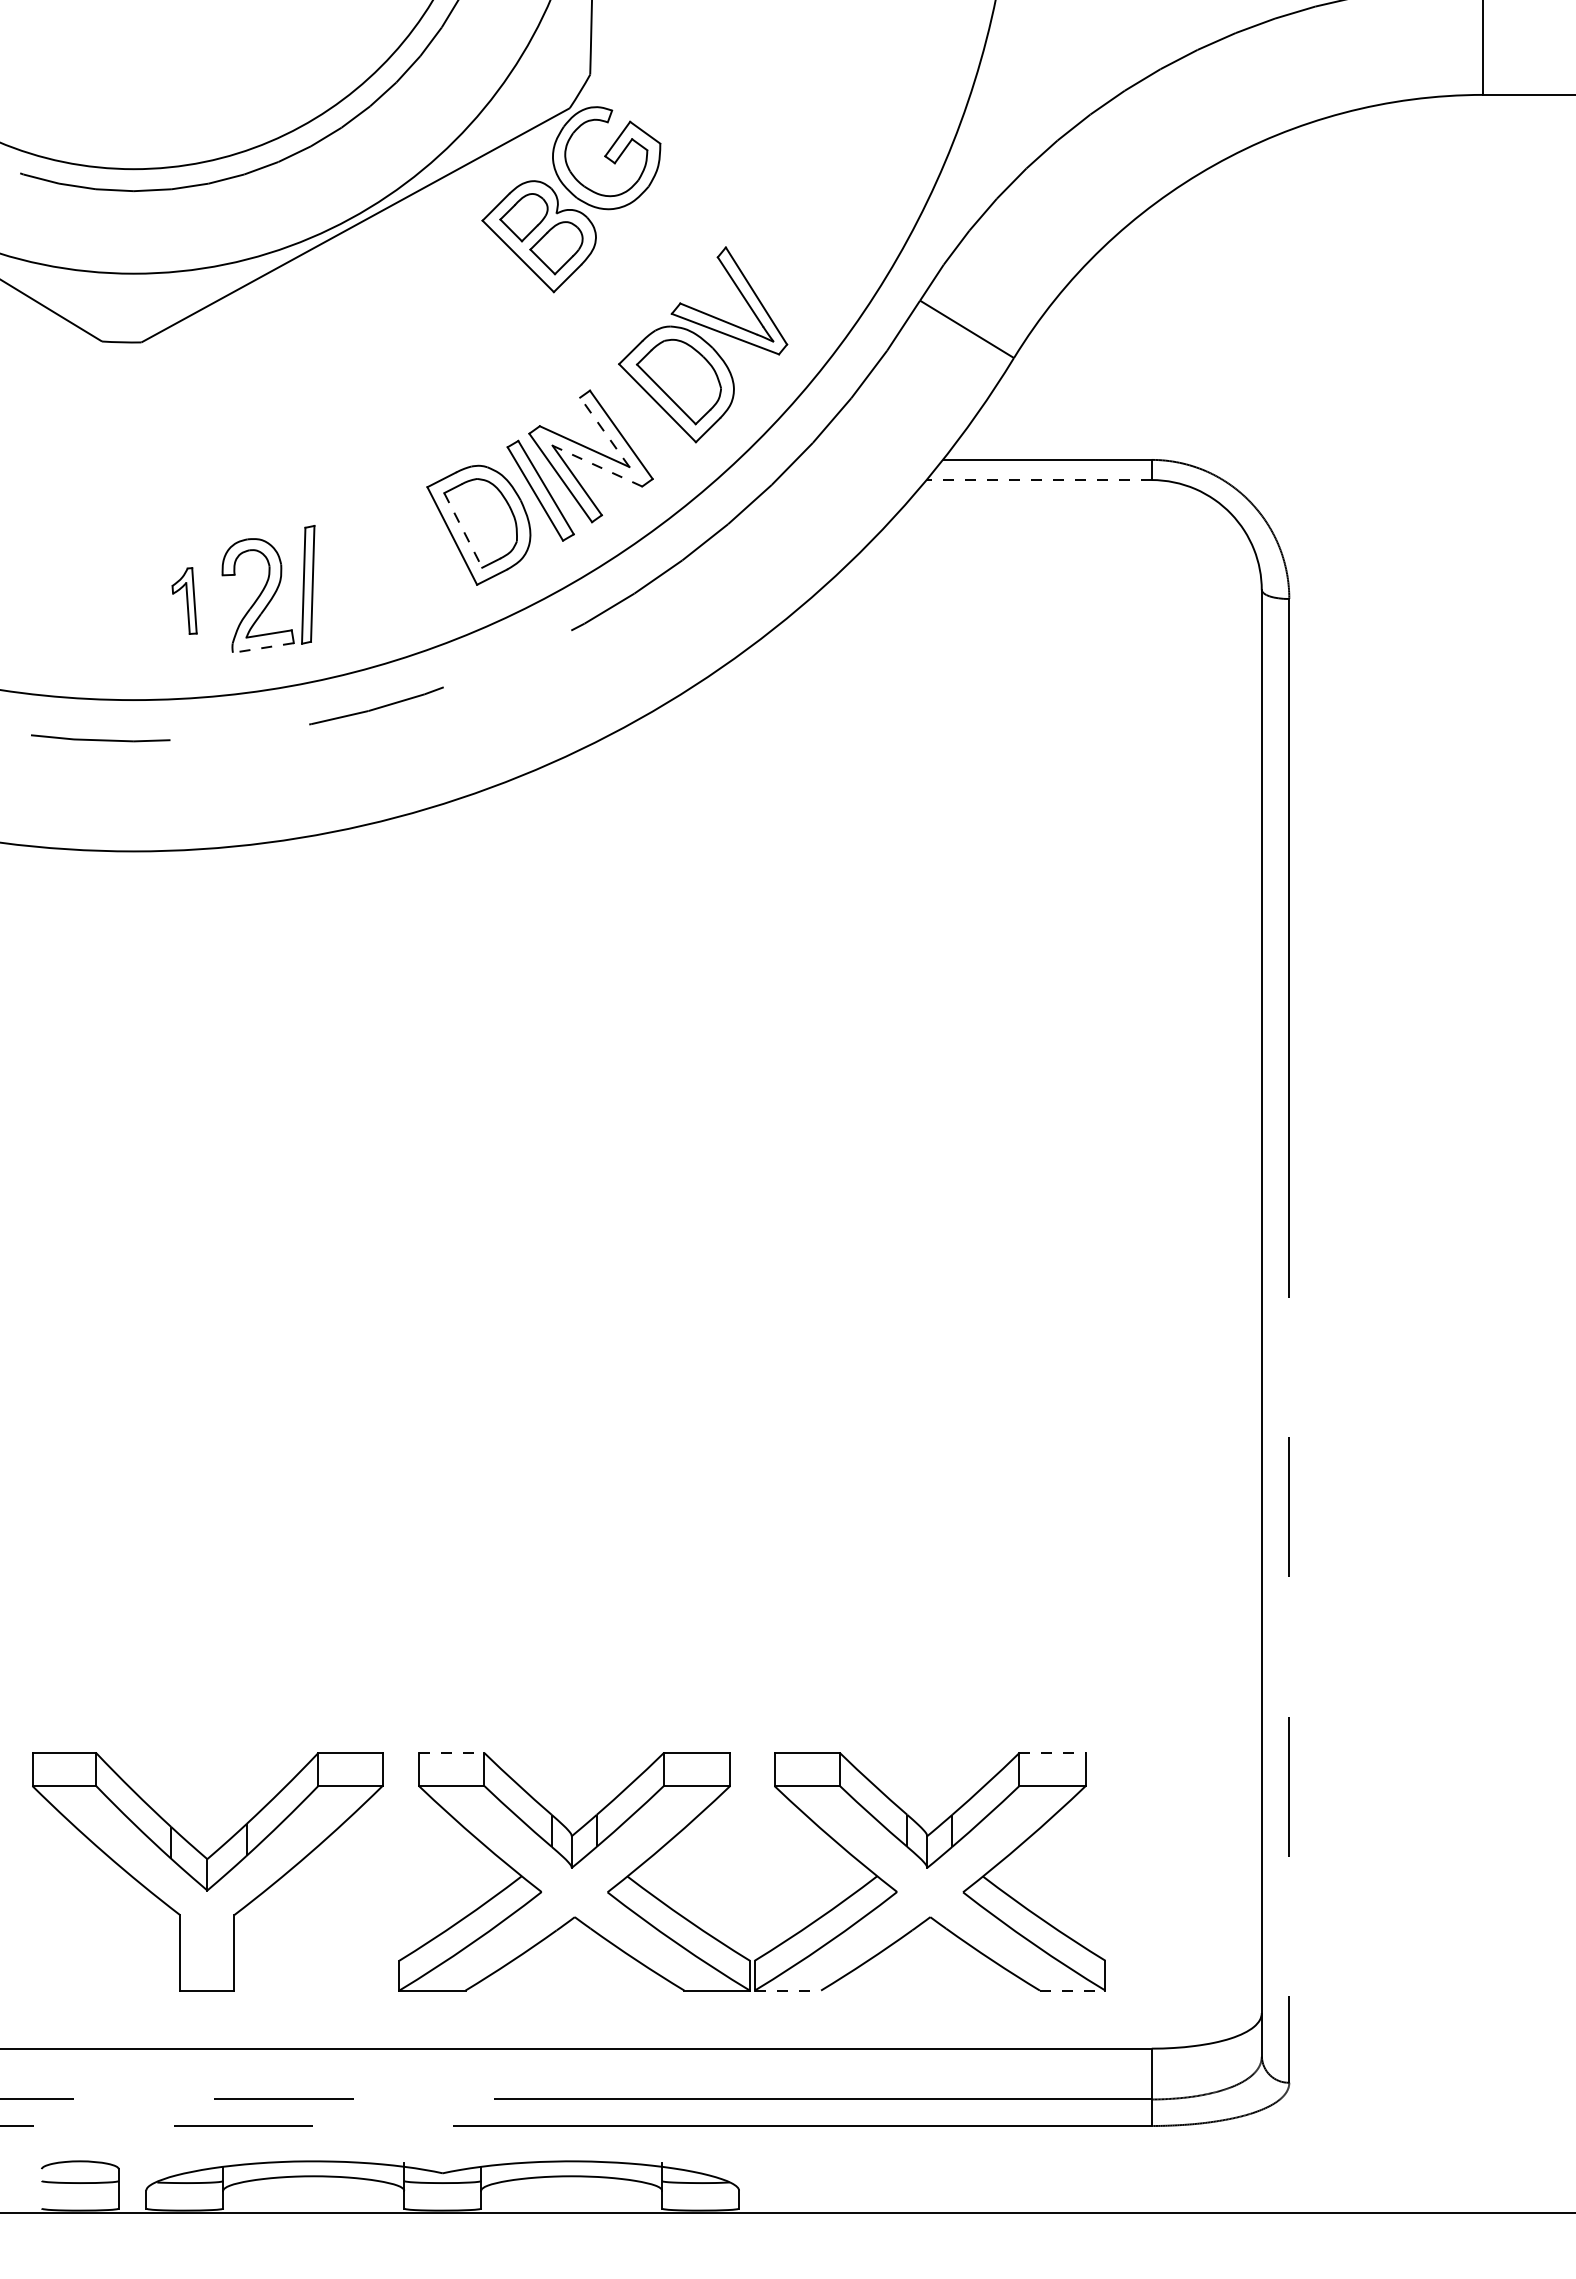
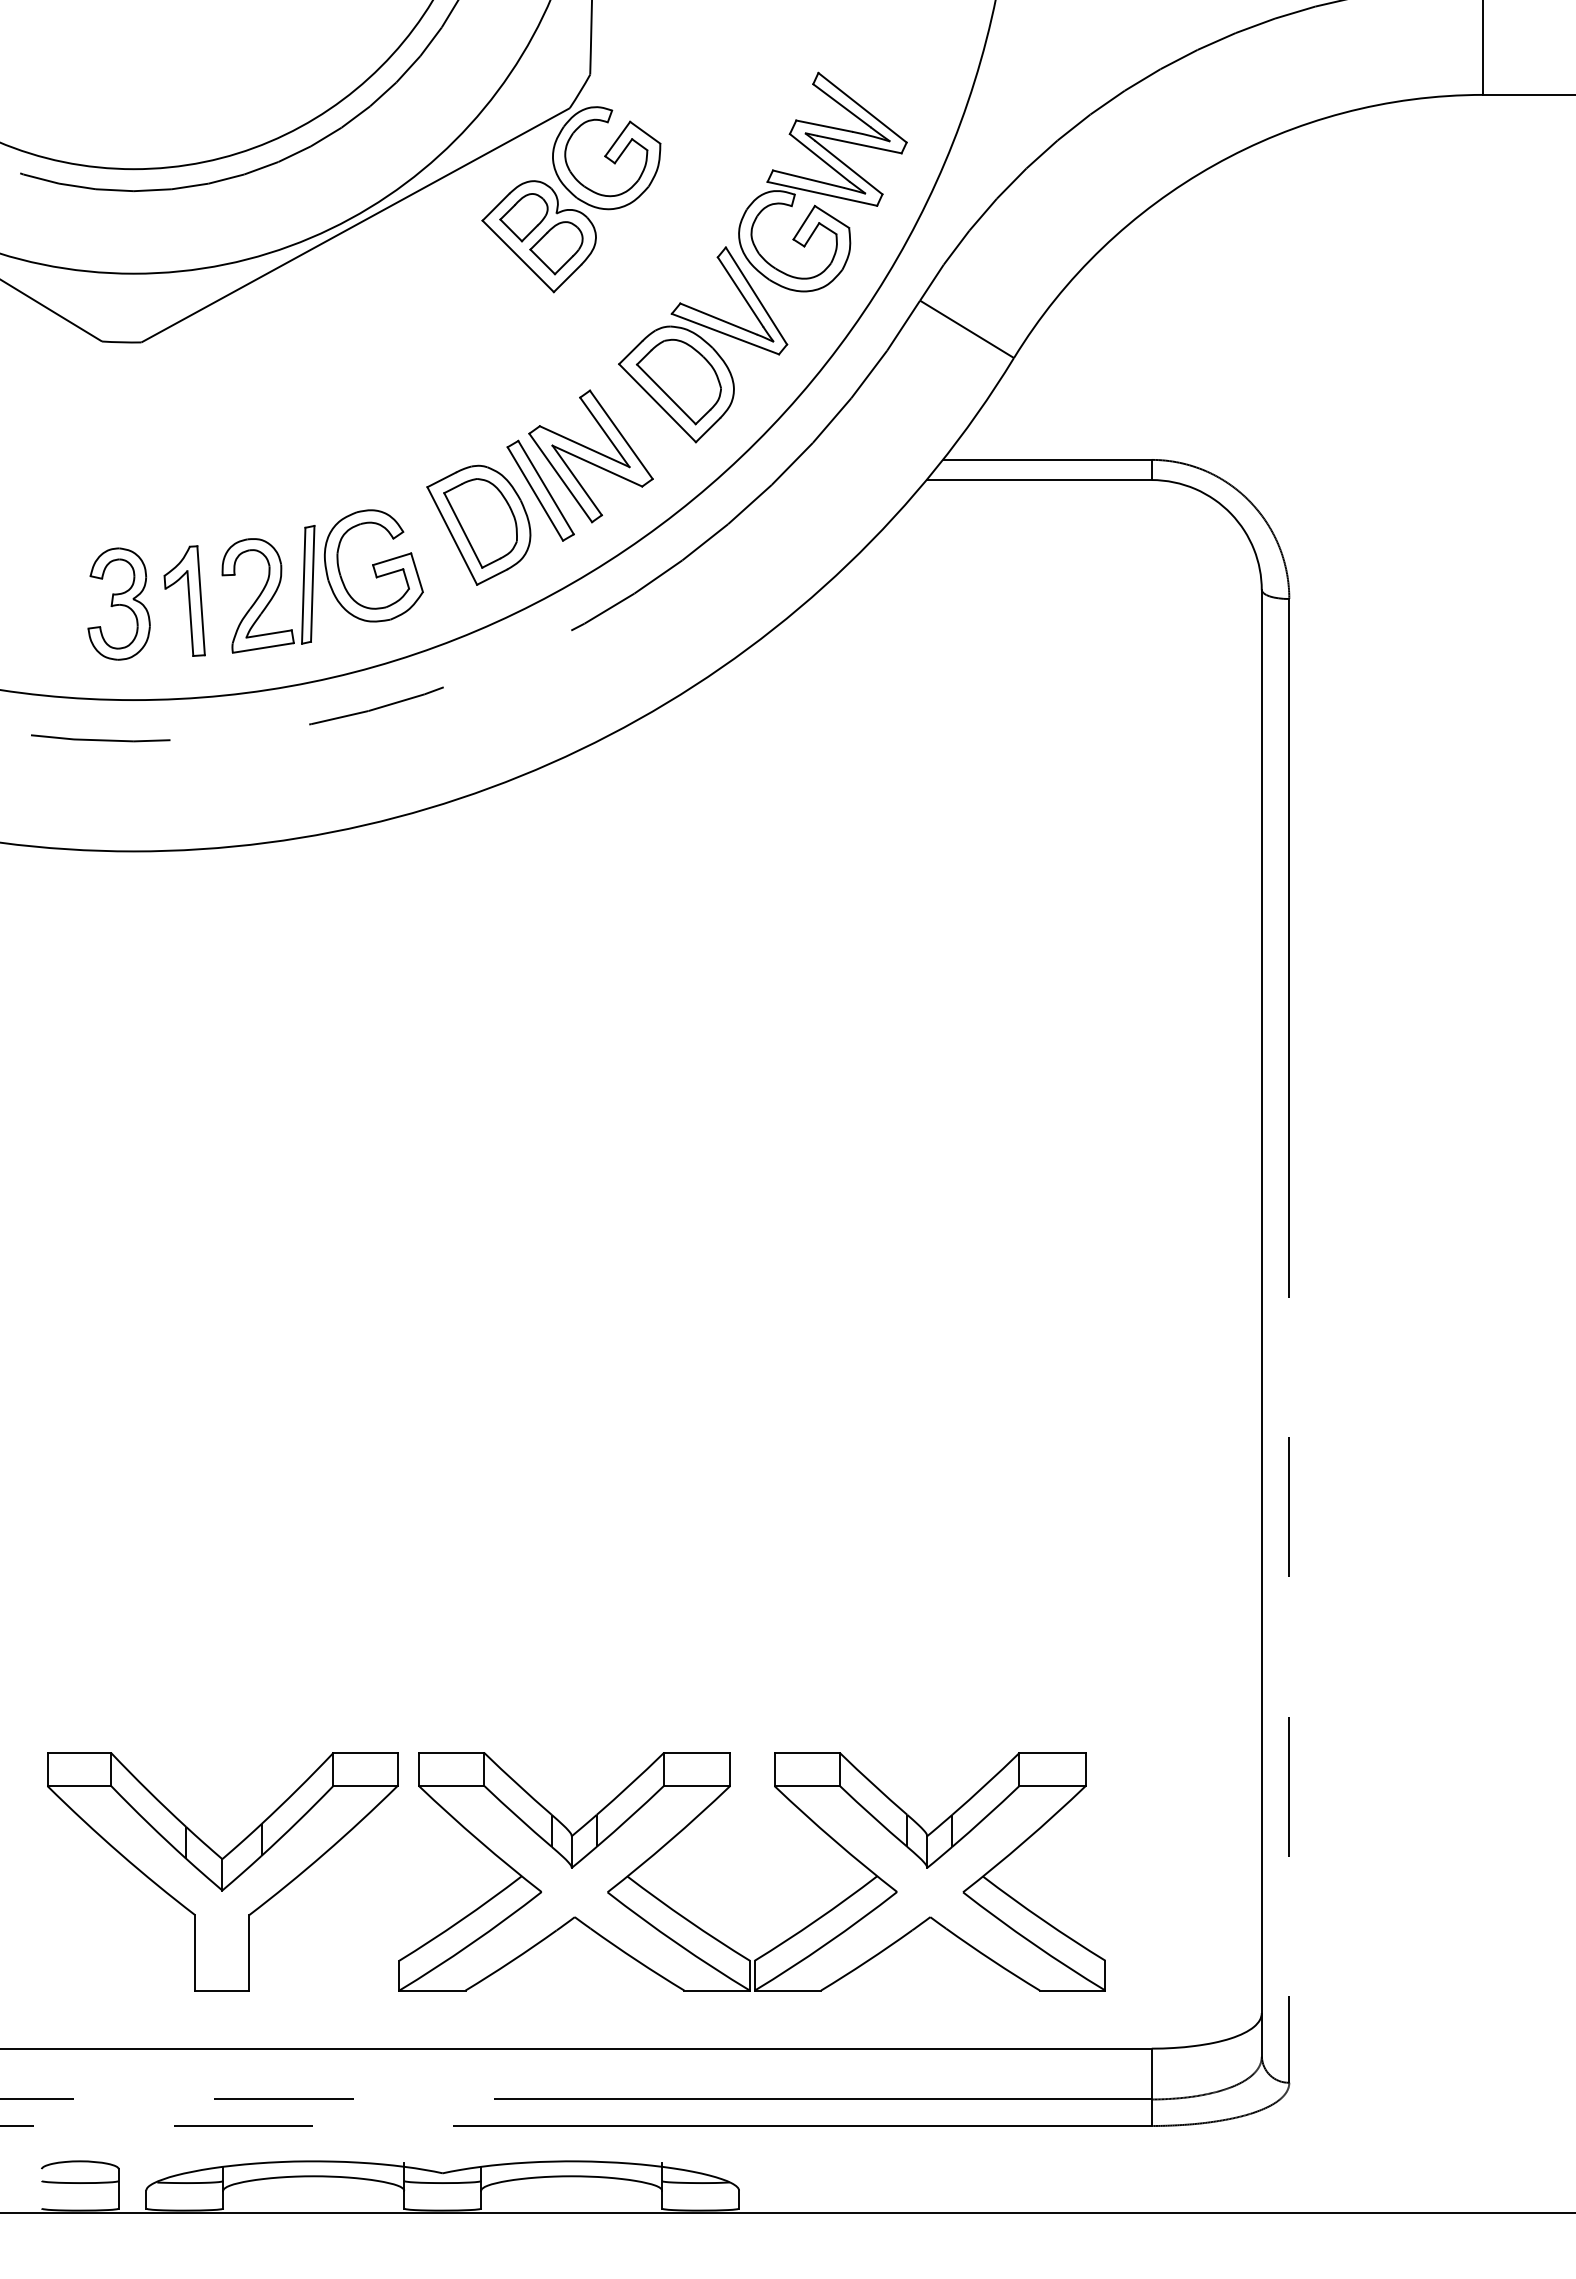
part at (822, 181): none -> present
line at (604, 432): dashed -> solid
line at (596, 465): dashed -> solid
line at (1039, 480): dashed -> solid
line at (463, 530): dashed -> solid
part at (373, 565): none -> present
part at (184, 600) size: 27x68 px -> 43x112 px
part at (118, 603): none -> present
line at (263, 647): dashed -> solid
line at (451, 1753): dashed -> solid
line at (1053, 1753): dashed -> solid
part at (207, 1871) position: (207, 1871) -> (222, 1871)
line at (788, 1990): dashed -> solid
line at (1072, 1990): dashed -> solid
